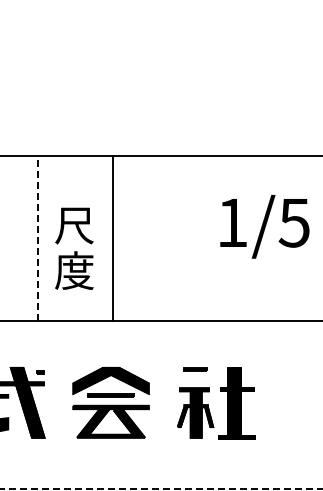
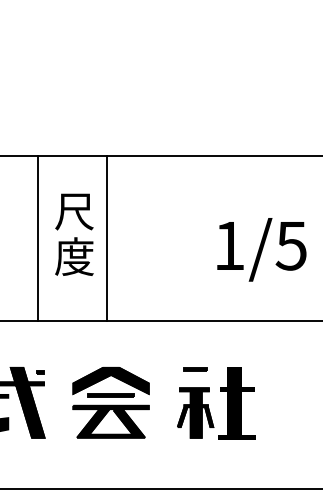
text at (264, 226) position: (264, 226) -> (261, 249)
line at (38, 238): dashed -> solid
line at (112, 238) position: (112, 238) -> (106, 238)
text at (74, 248) position: (74, 248) -> (74, 234)
line at (161, 489): dashed -> solid
